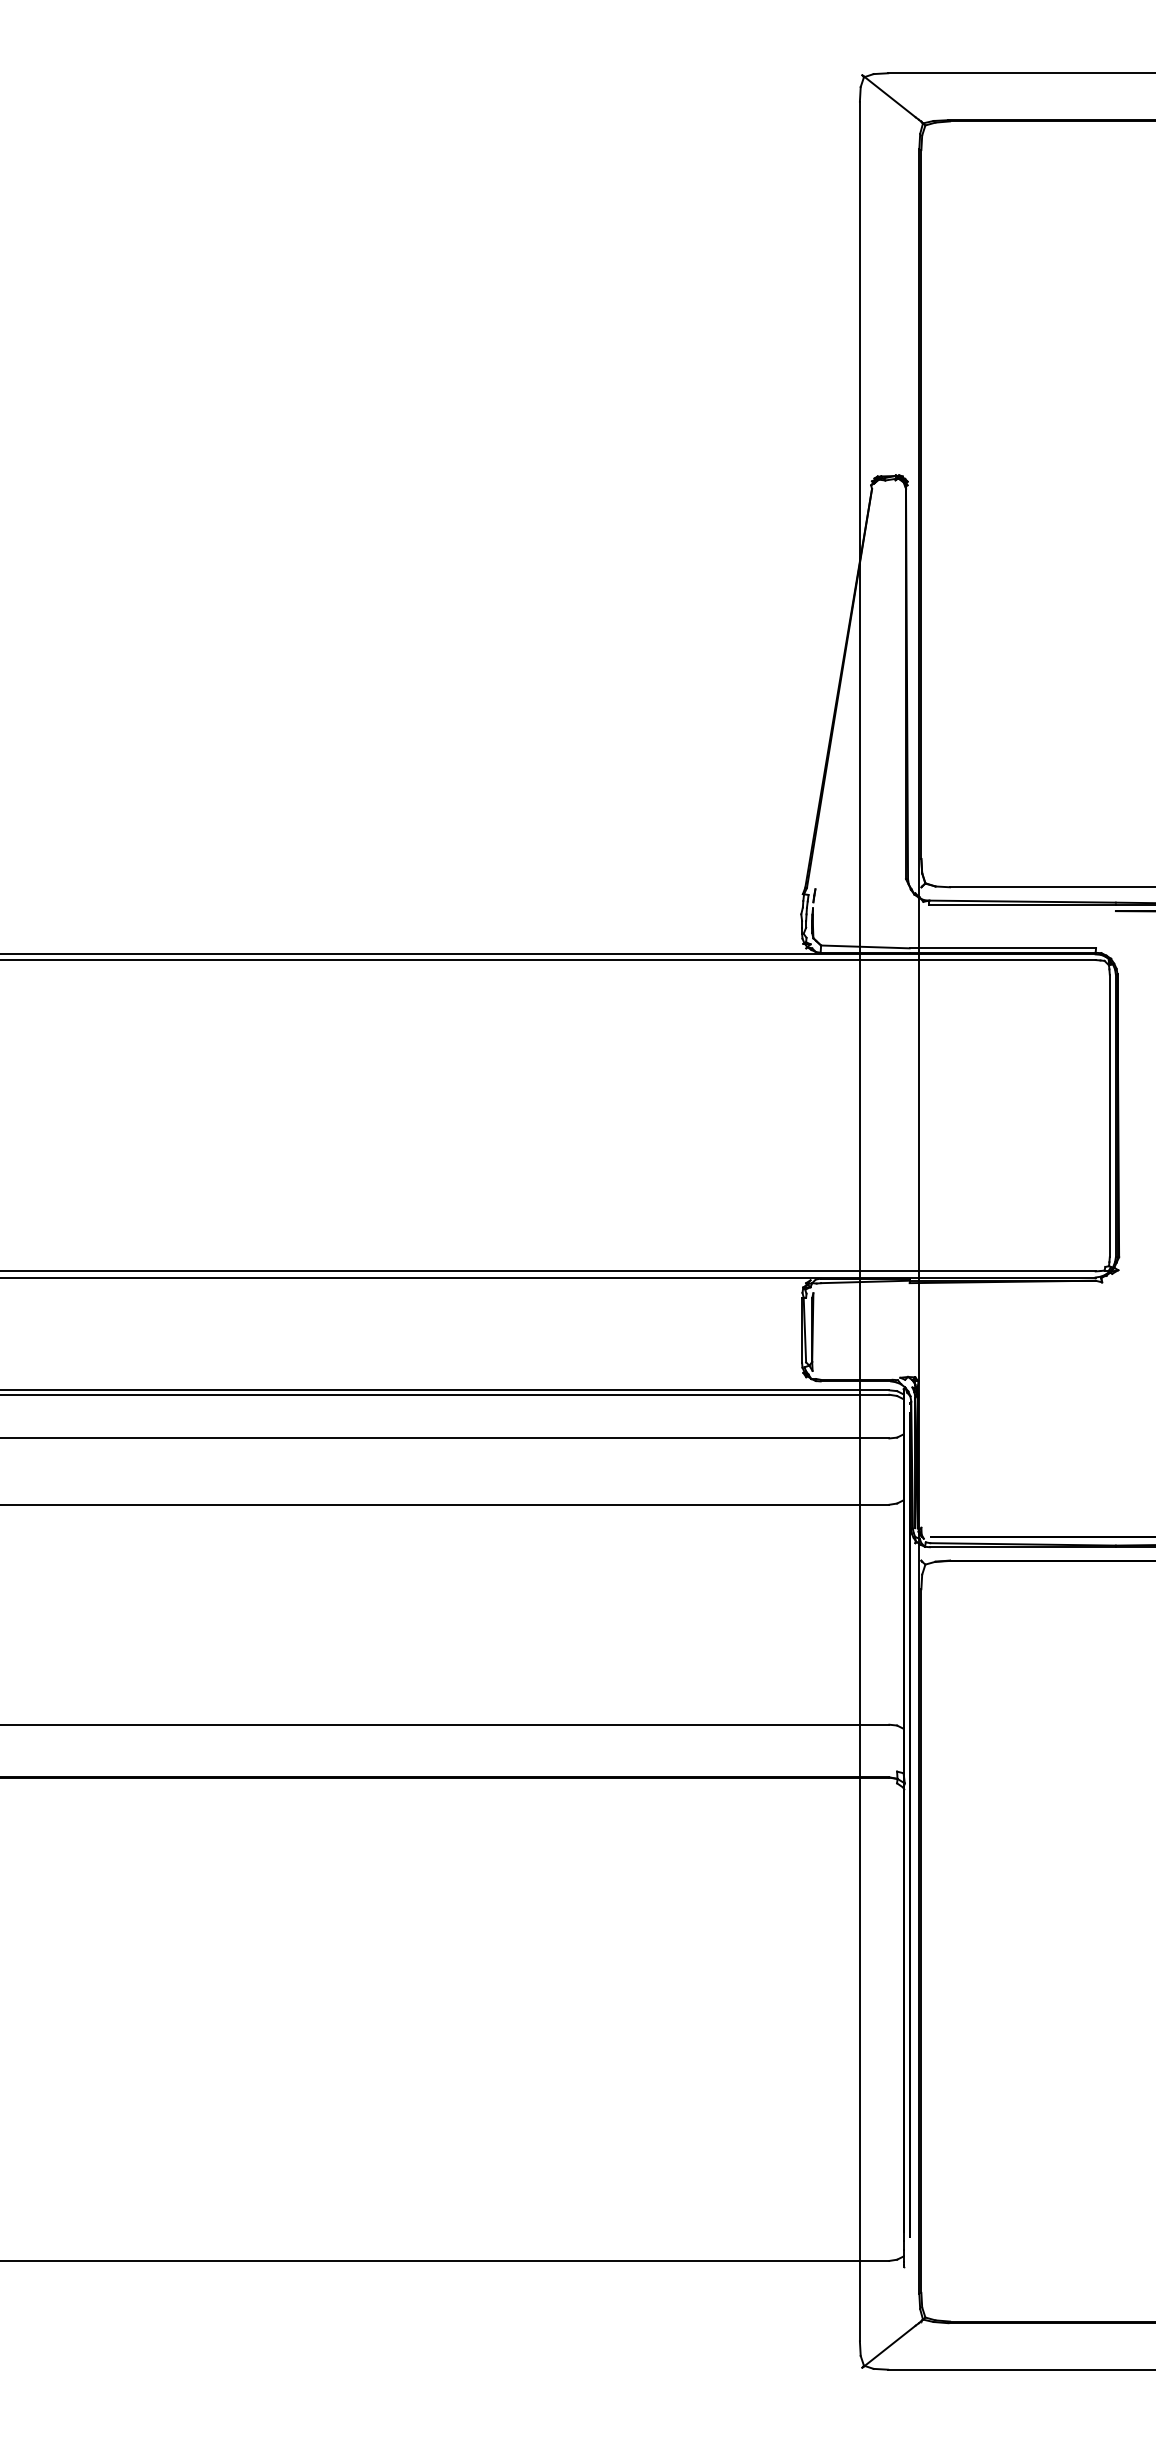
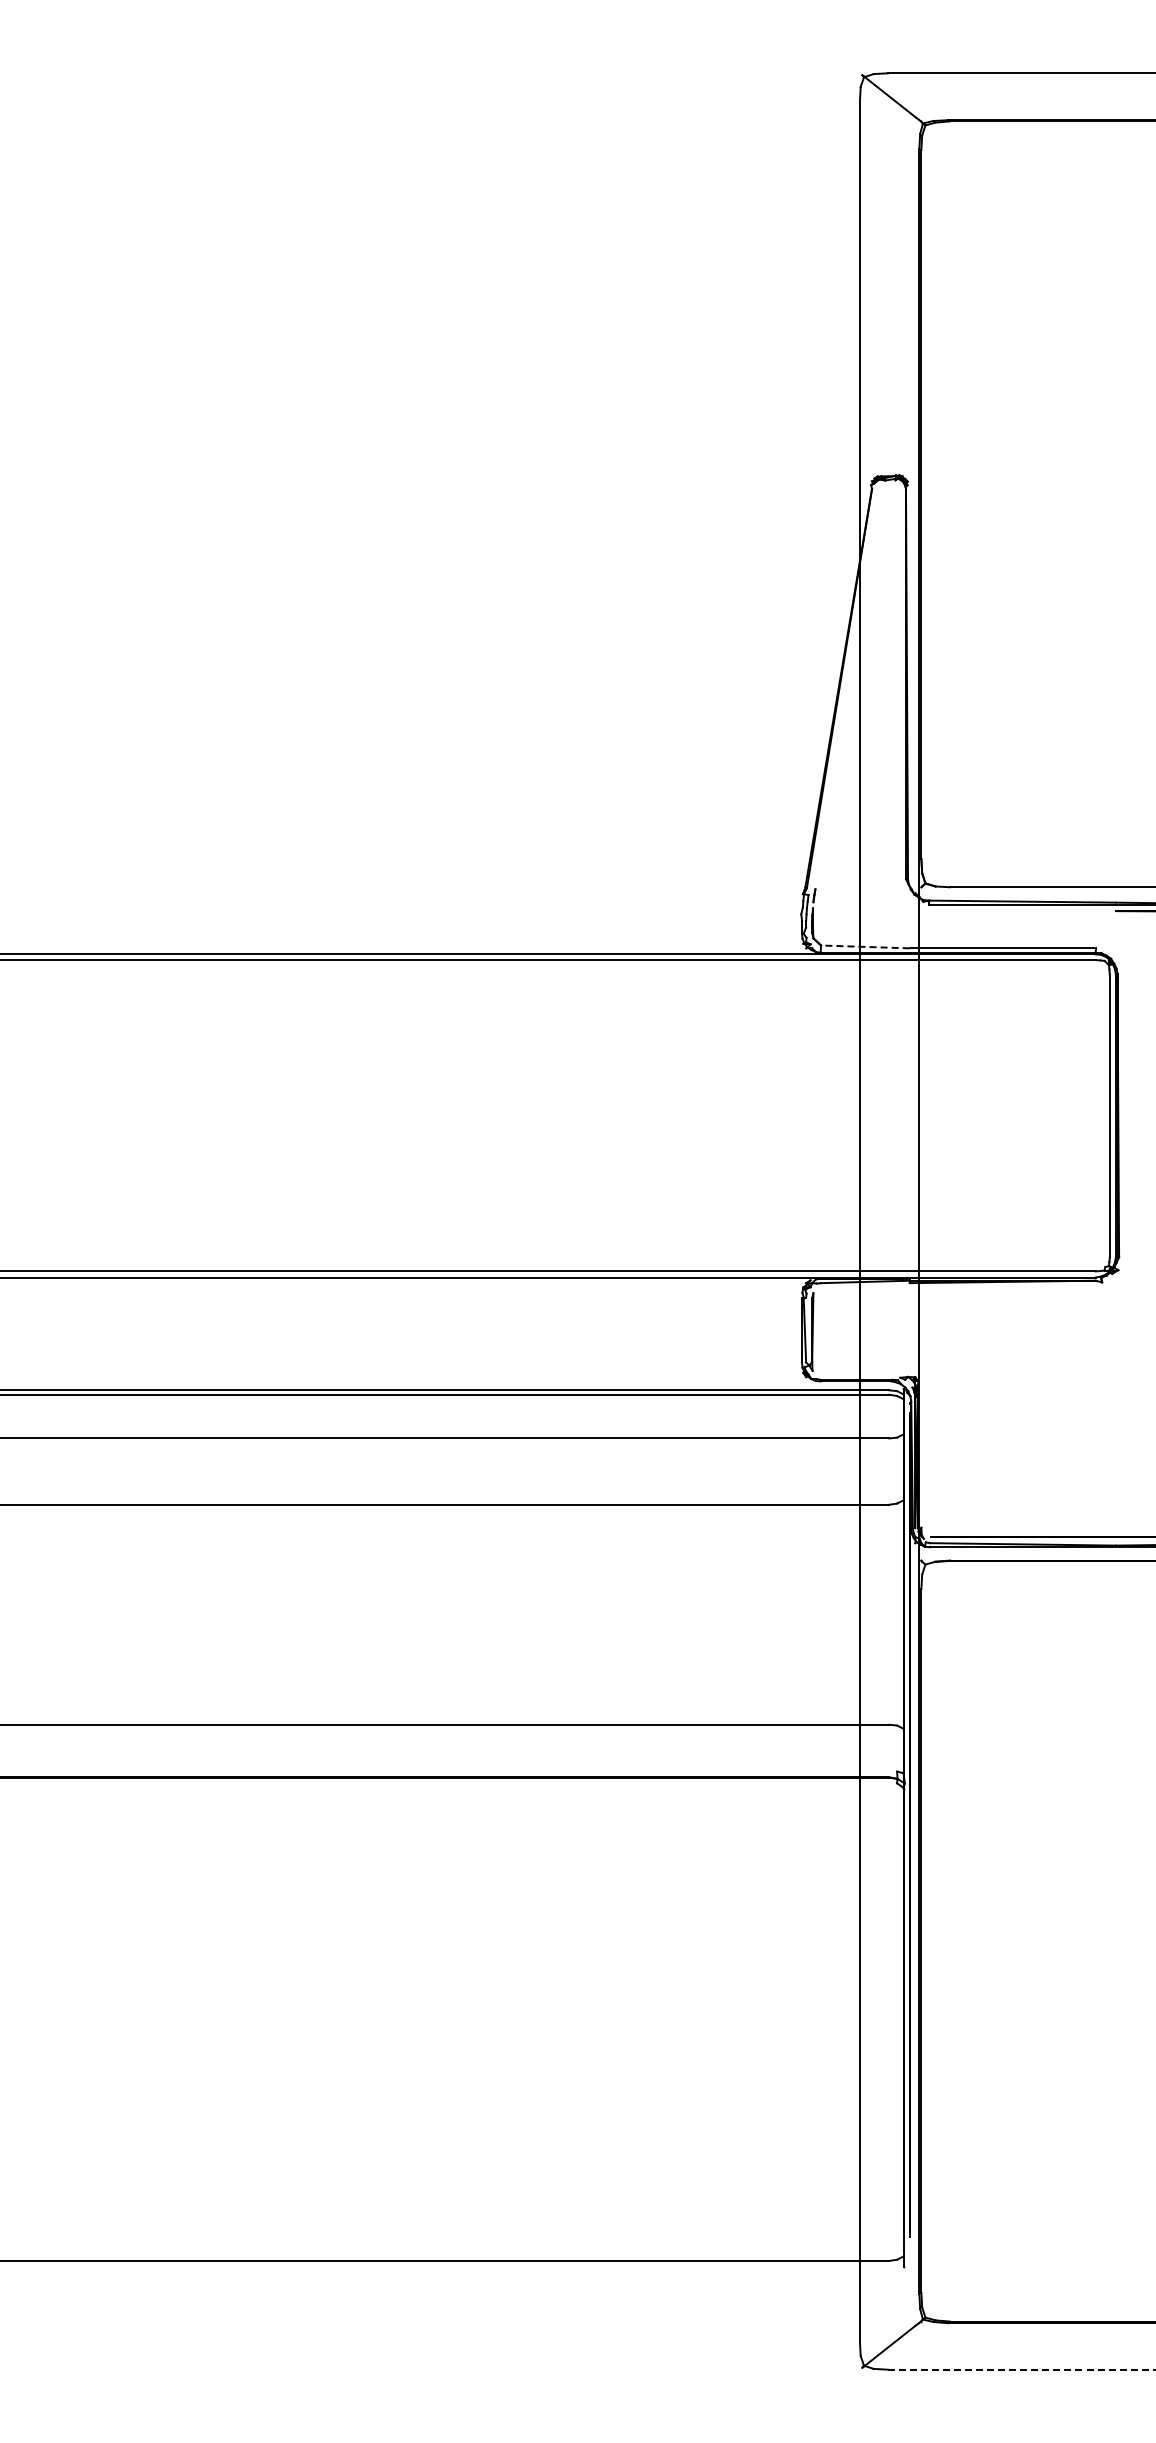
line at (864, 946): solid -> dashed
line at (1021, 2369): solid -> dashed
